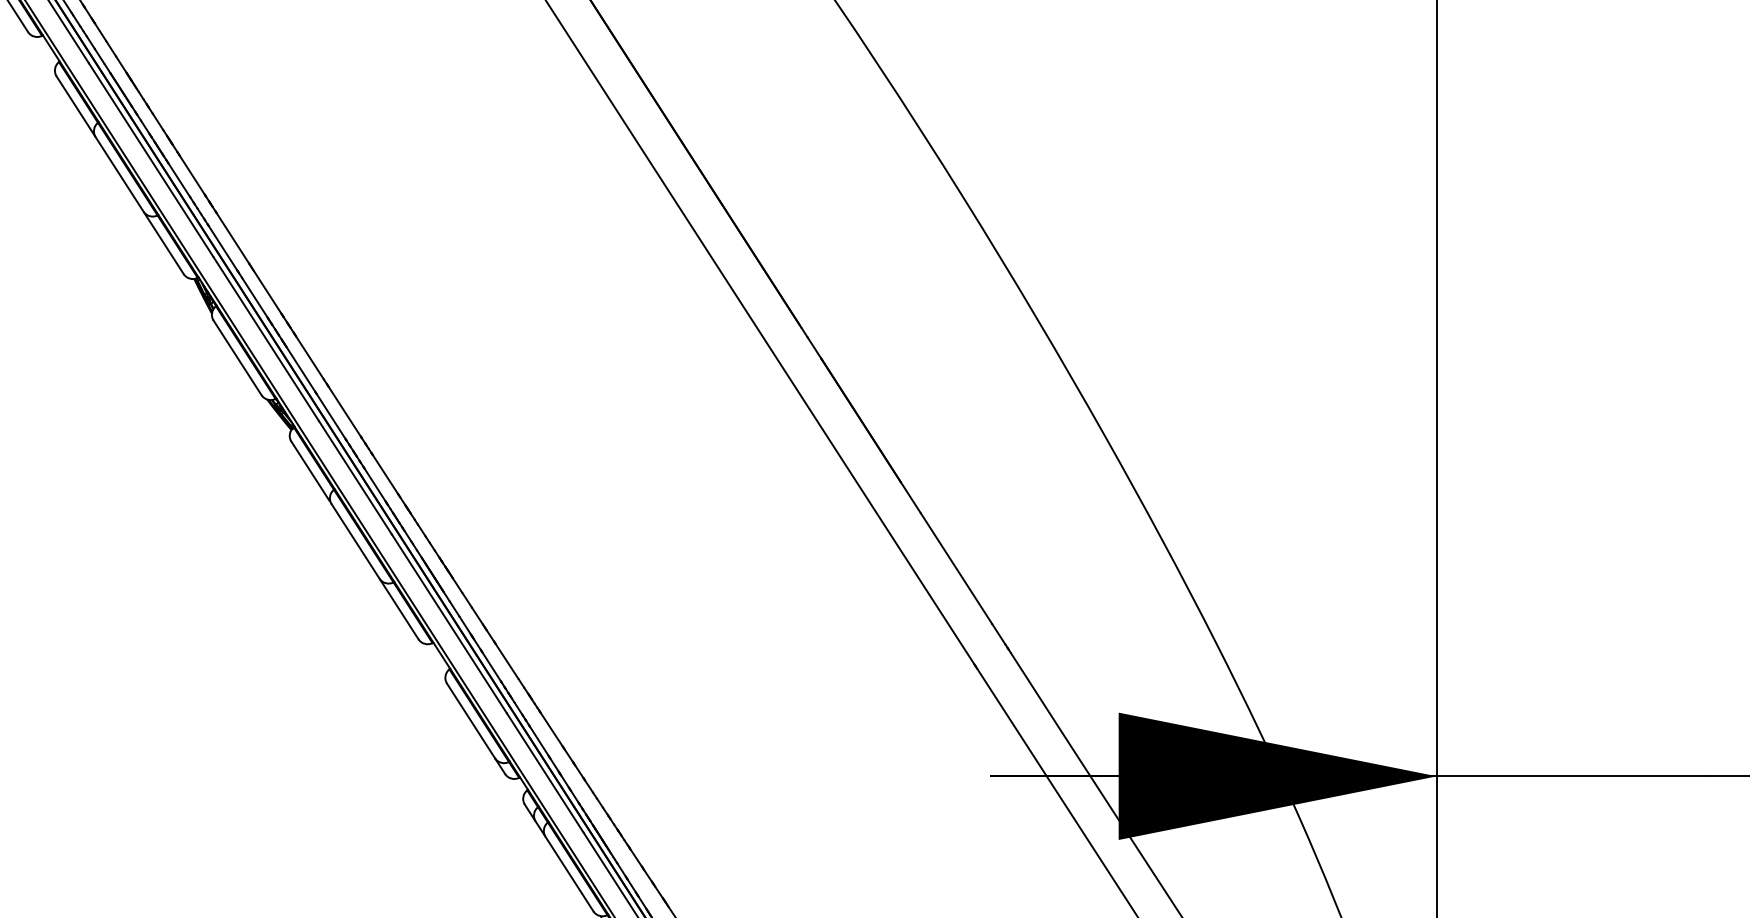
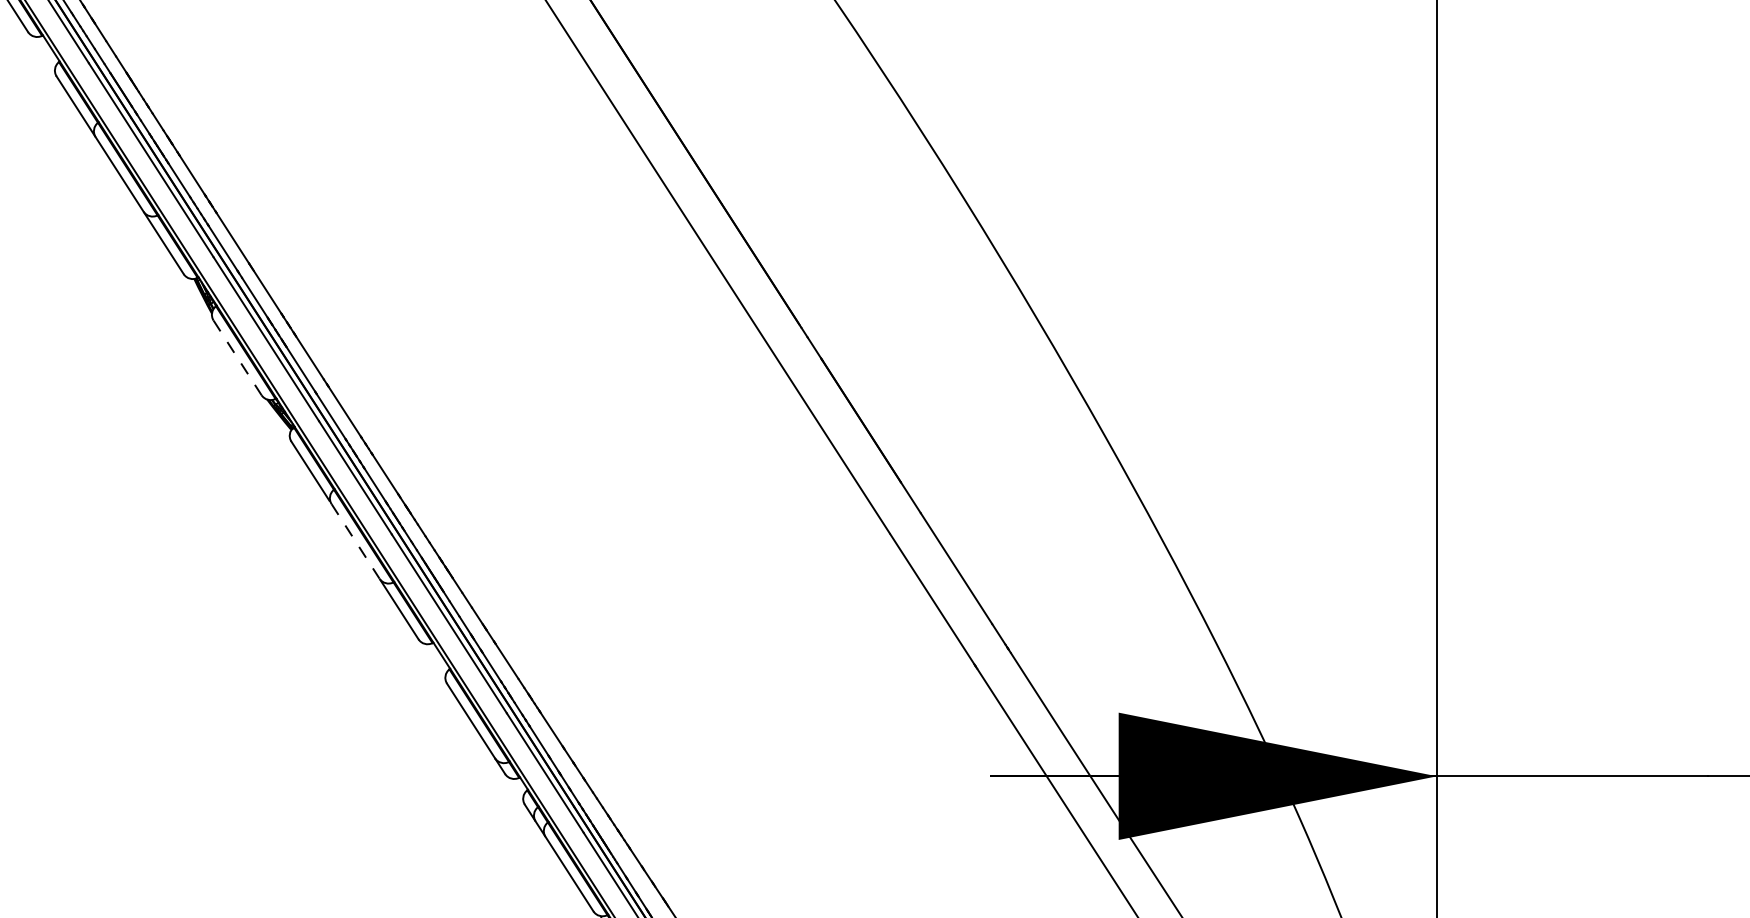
line at (237, 358): solid -> dashed
line at (355, 541): solid -> dashed
